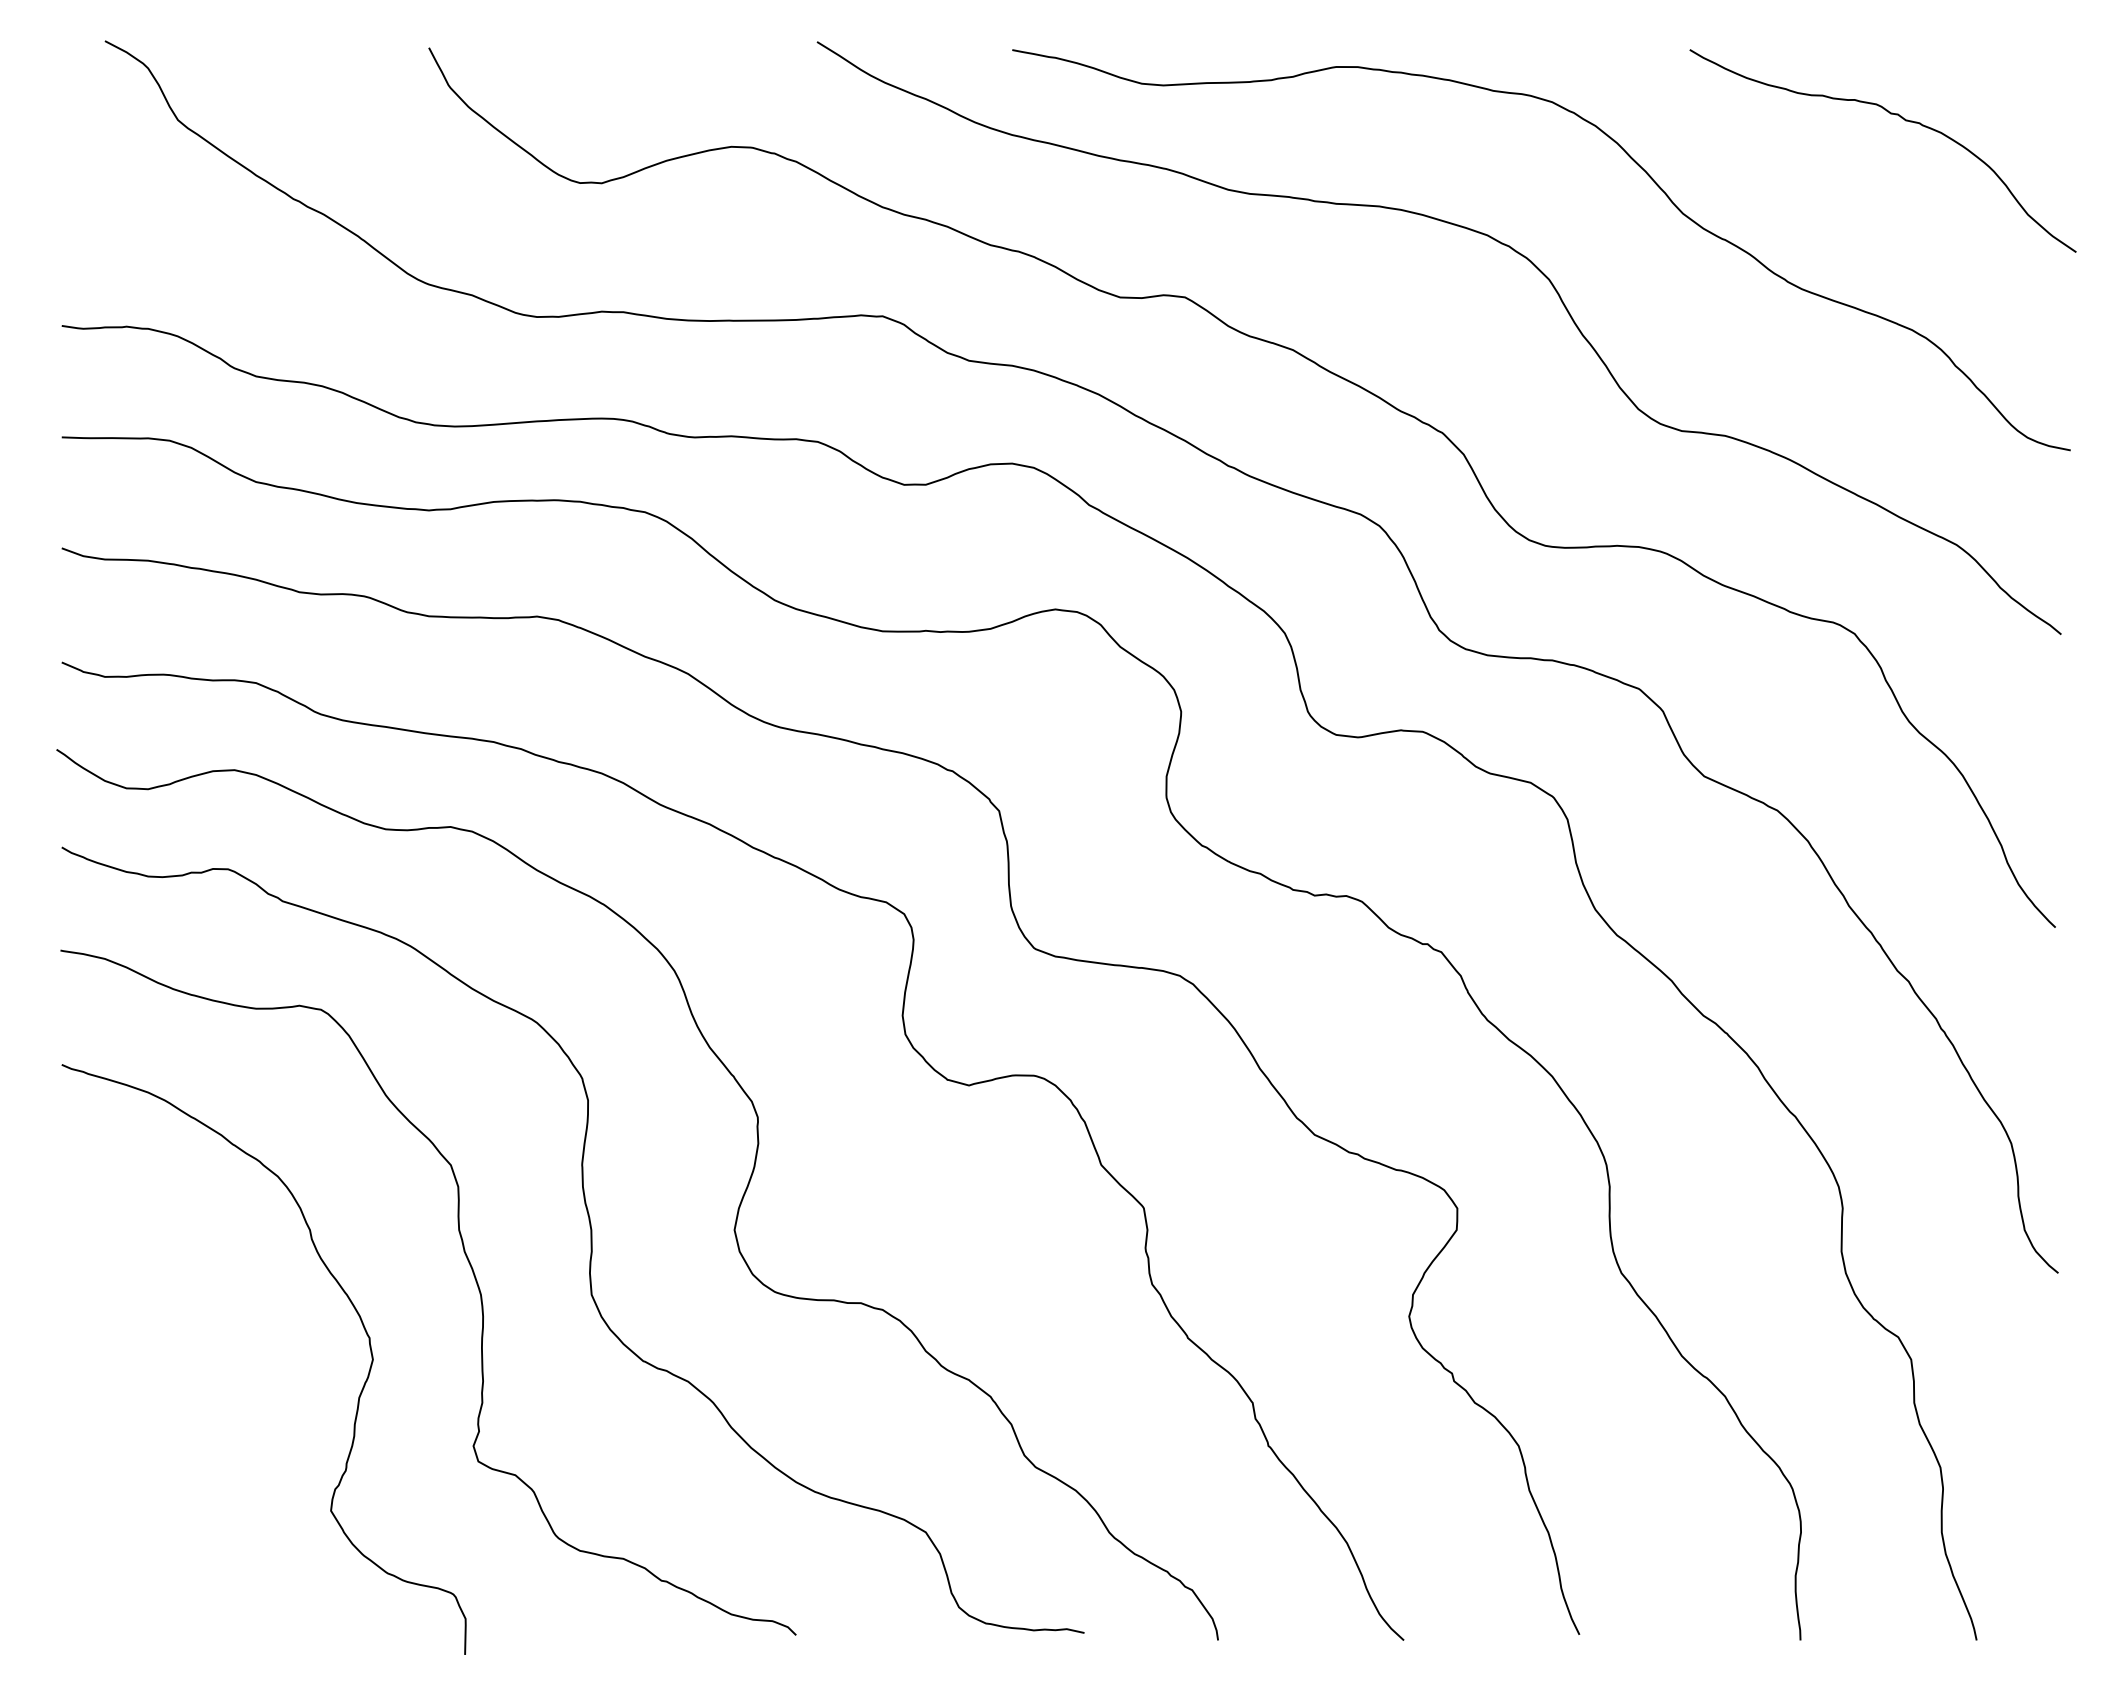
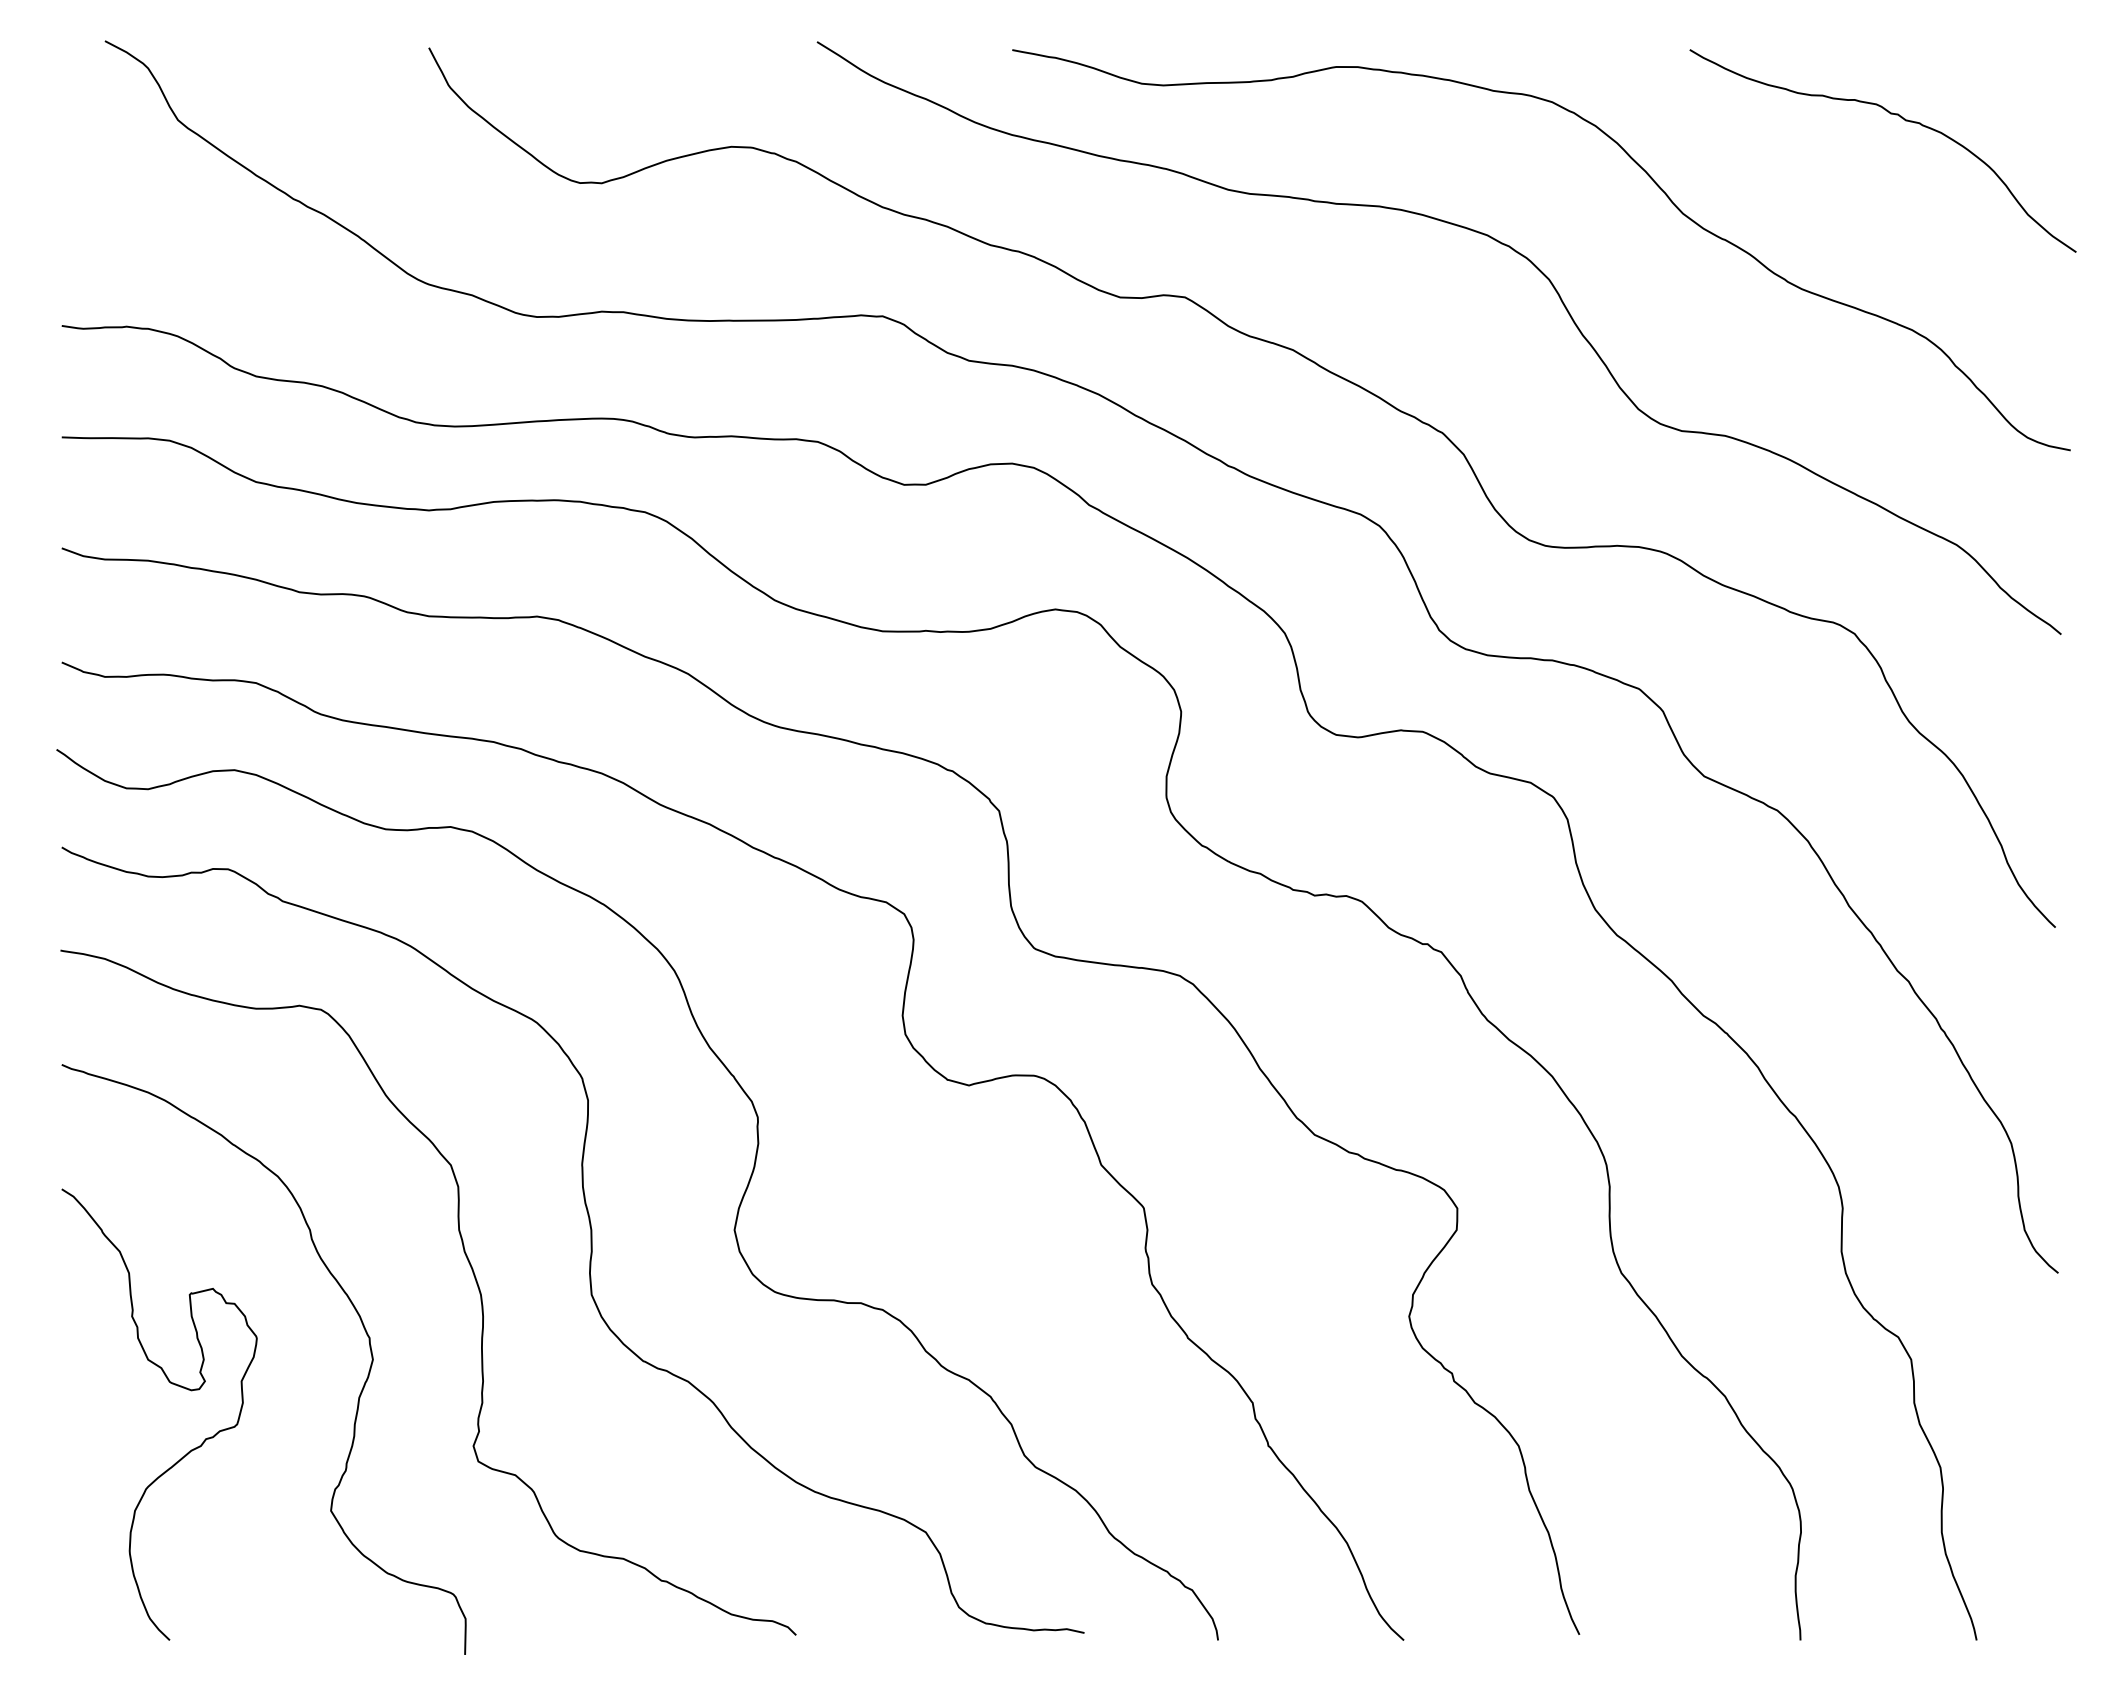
curve at (172, 1384): none -> present
